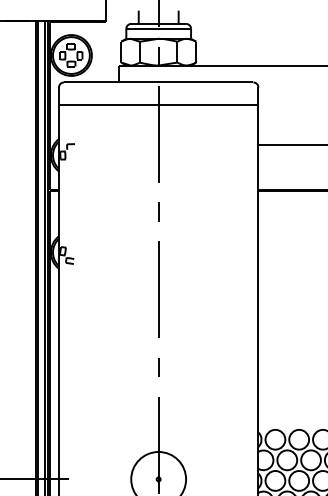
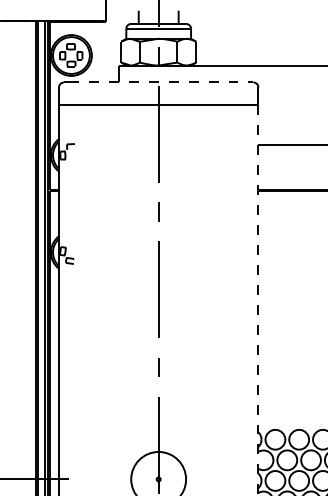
line at (158, 82): solid -> dashed
line at (258, 300): solid -> dashed
